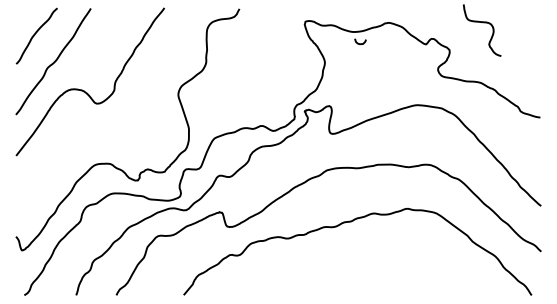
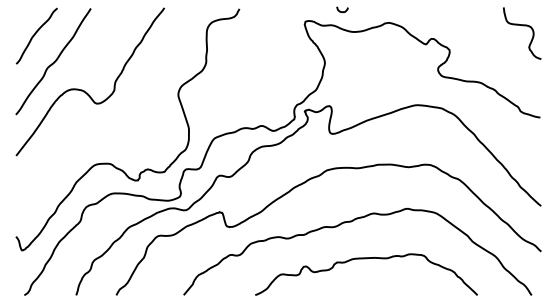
curve at (482, 23) position: (482, 23) -> (522, 26)
curve at (360, 43) position: (360, 43) -> (342, 11)
curve at (366, 259): none -> present
